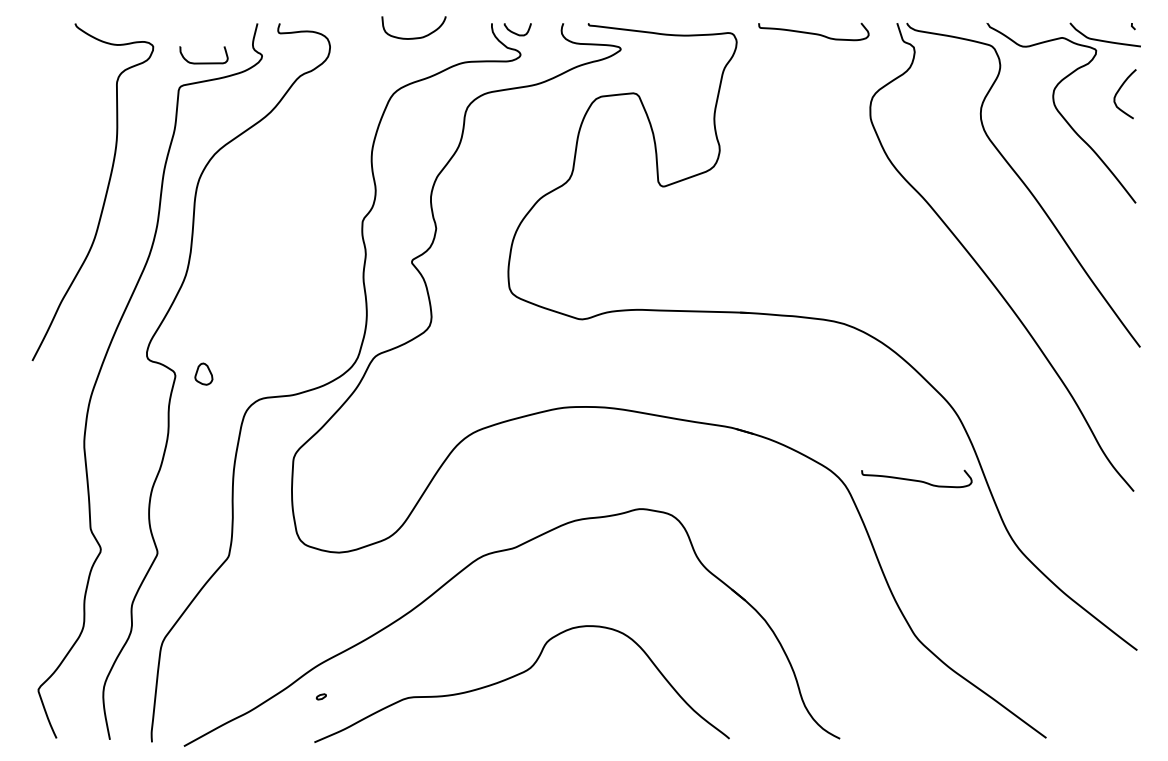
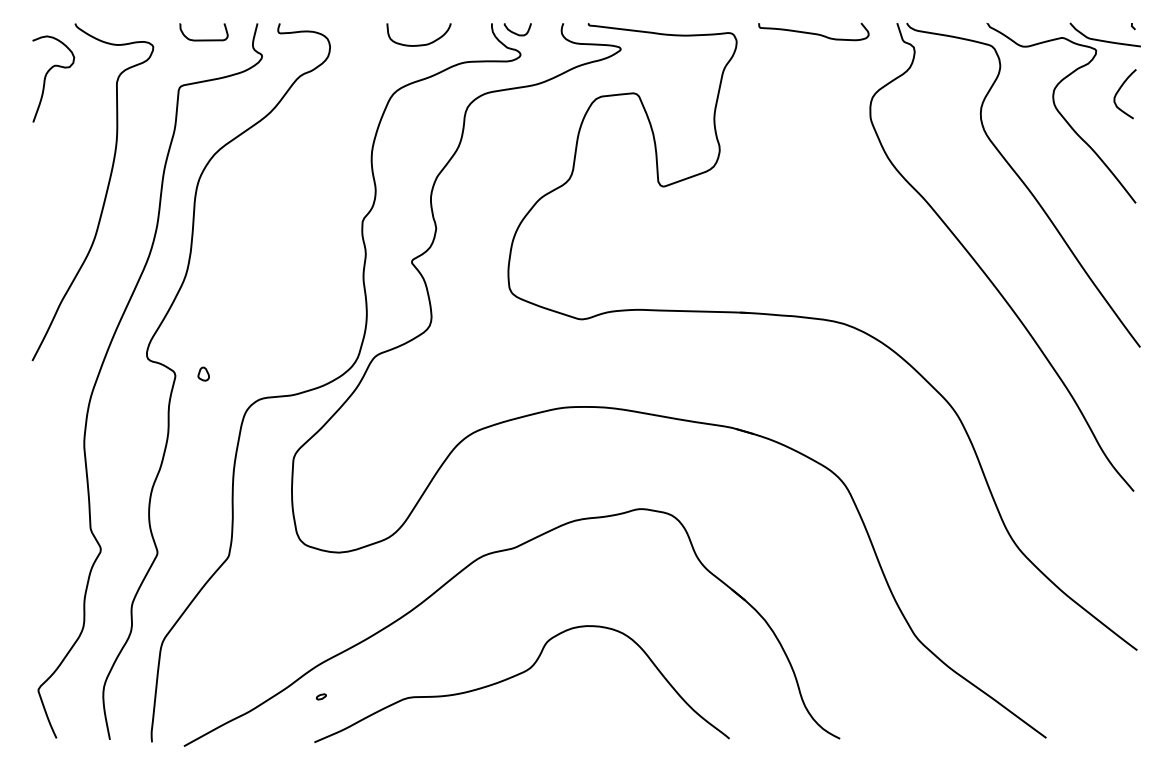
curve at (413, 37) position: (413, 37) -> (418, 44)
curve at (203, 62) position: (203, 62) -> (203, 39)
curve at (46, 77): none -> present
part at (203, 373) size: 20x24 px -> 13x16 px
curve at (916, 479): present -> none
